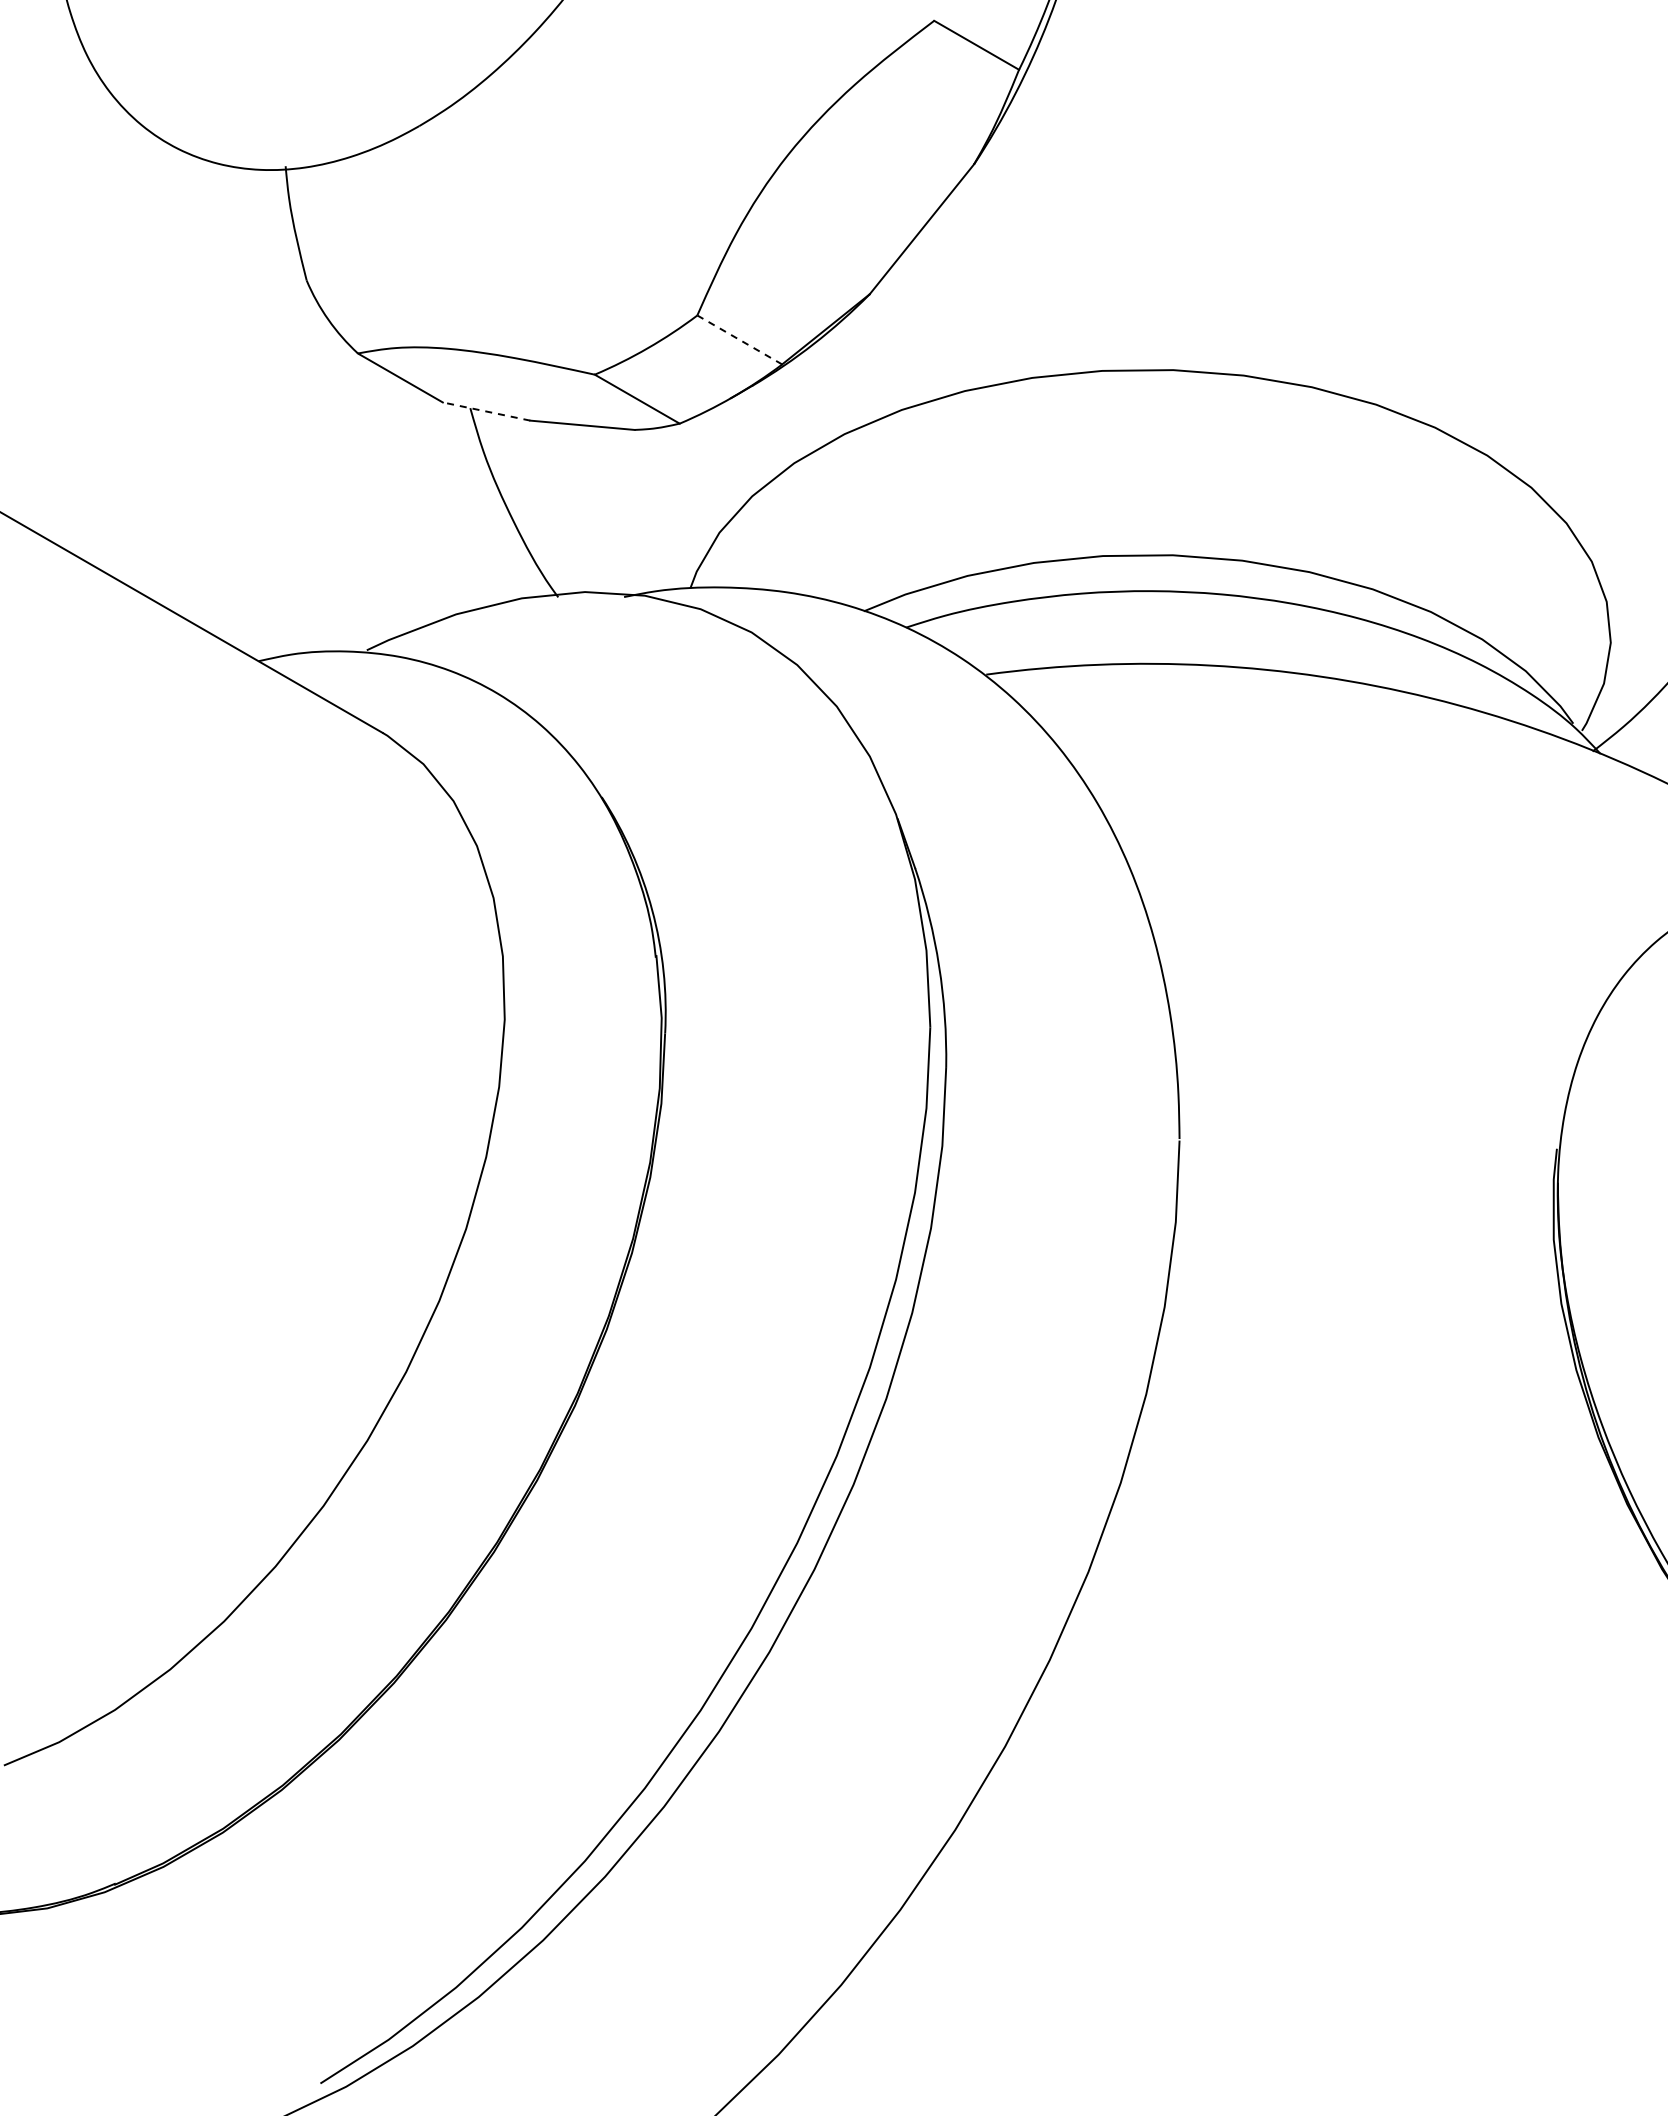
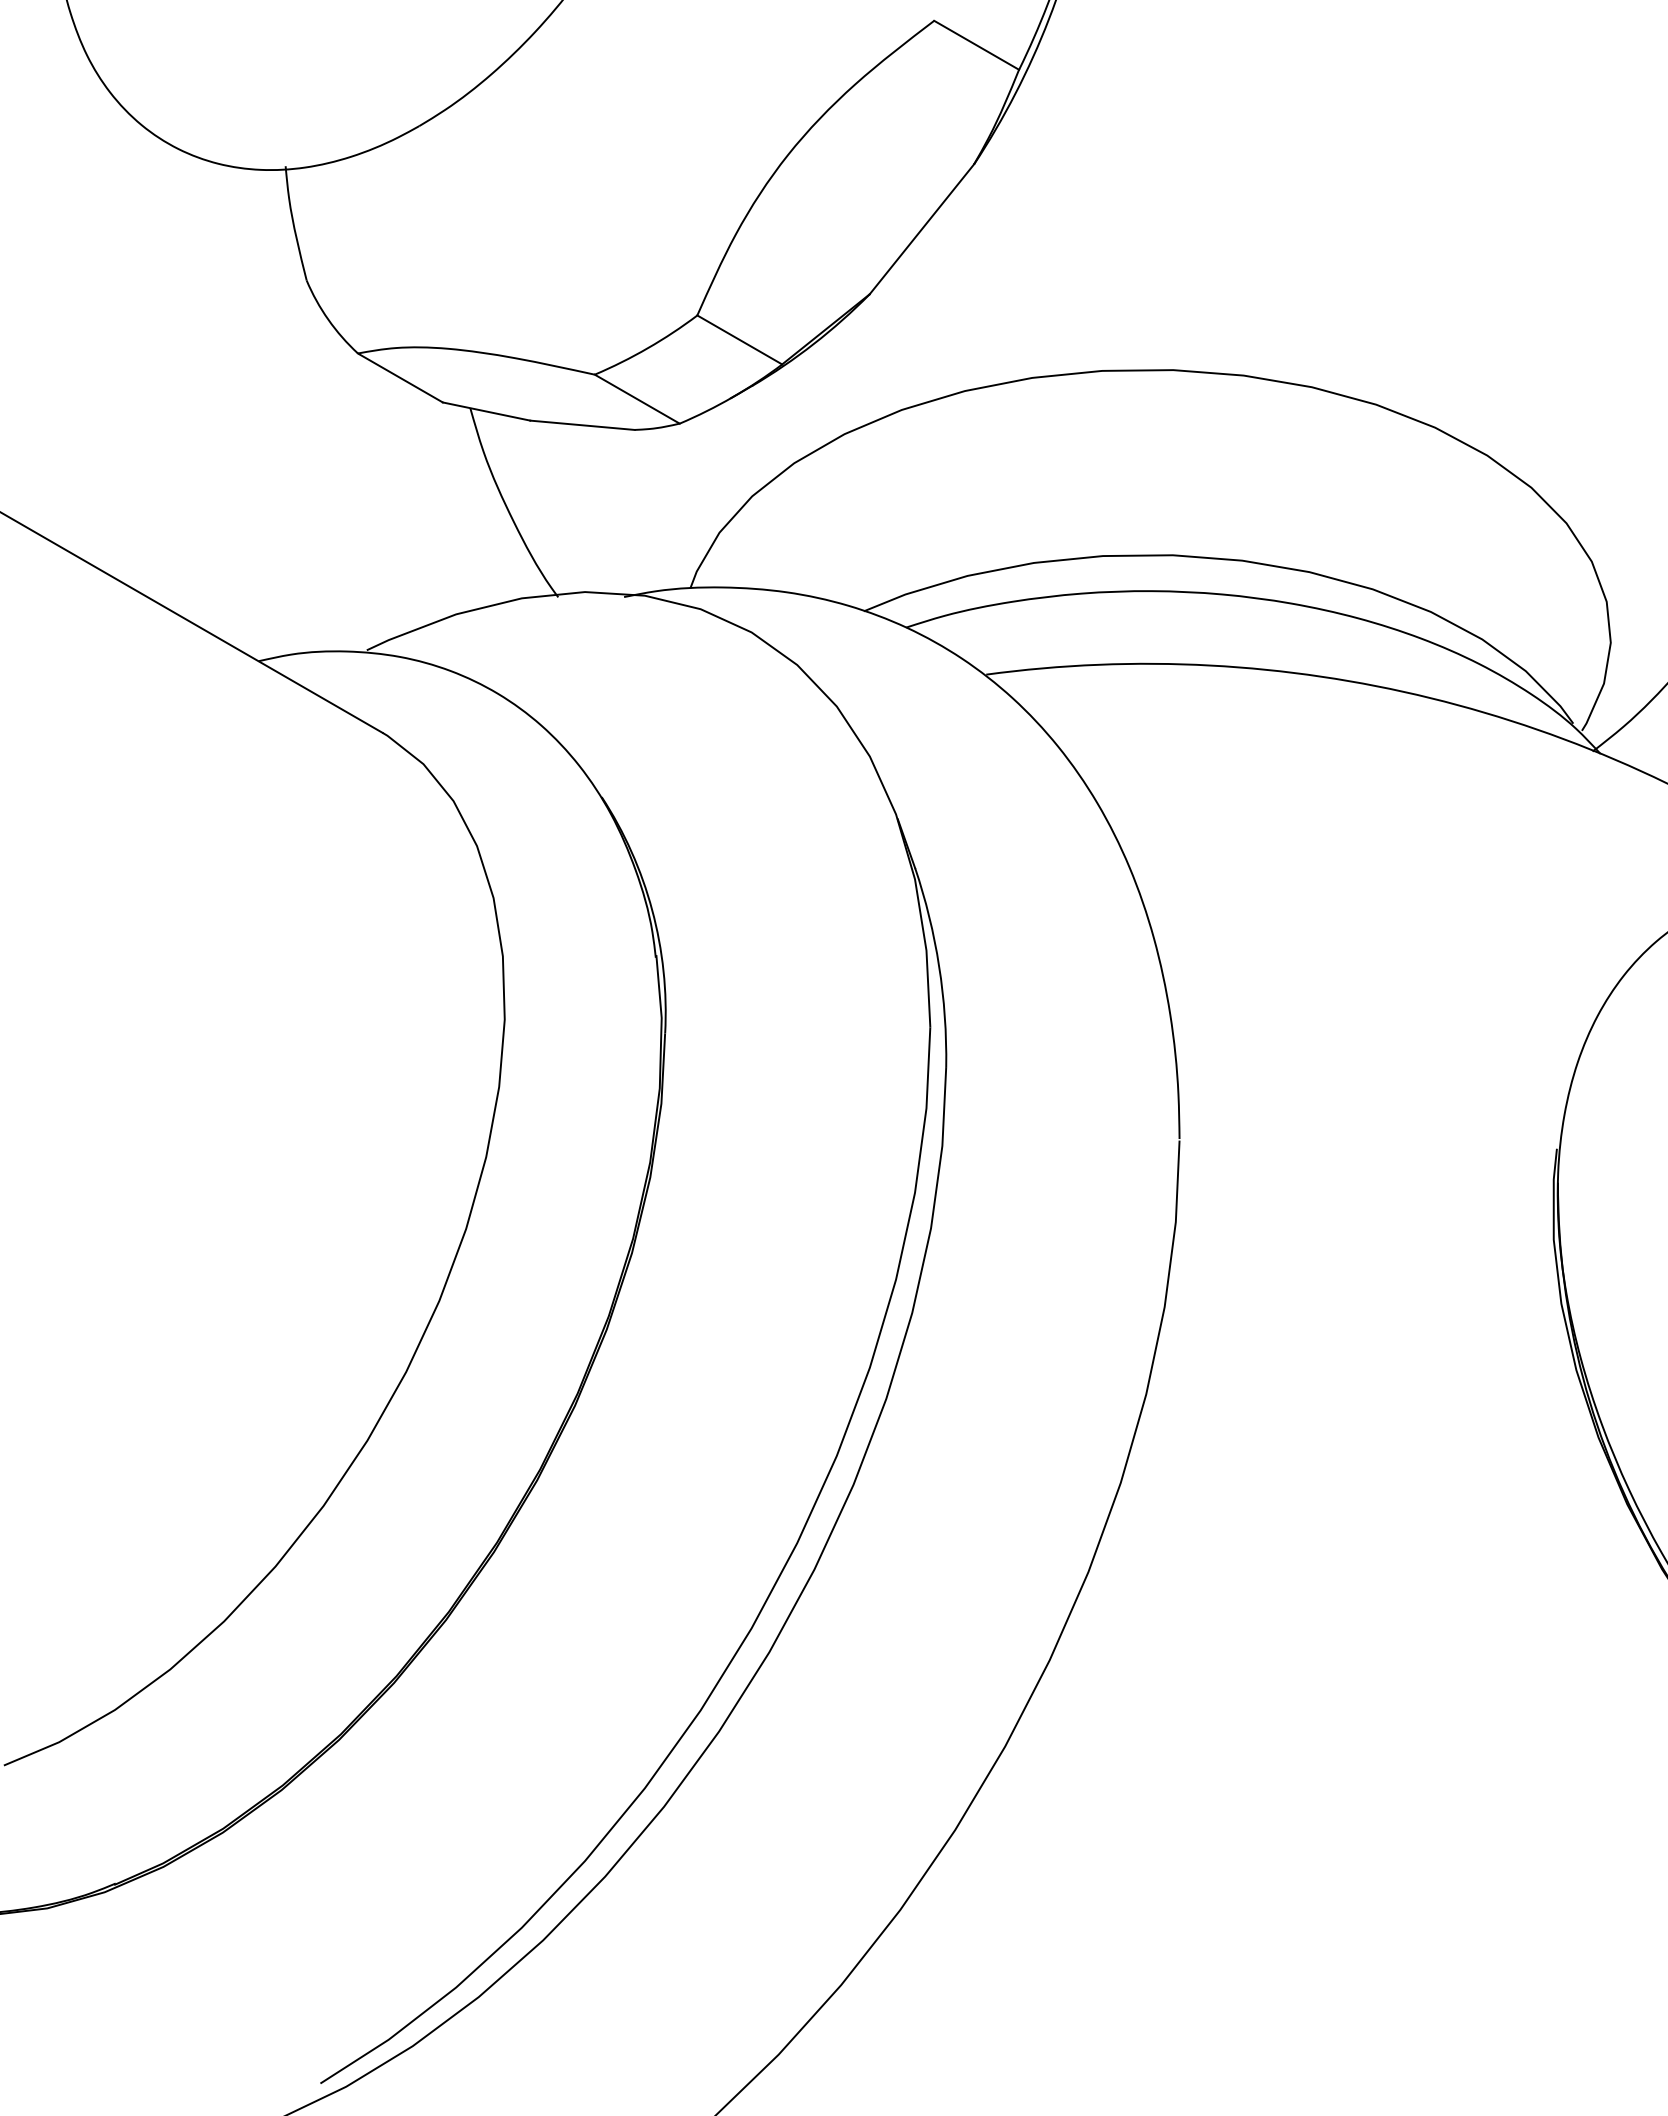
line at (739, 339): dashed -> solid
line at (486, 411): dashed -> solid
